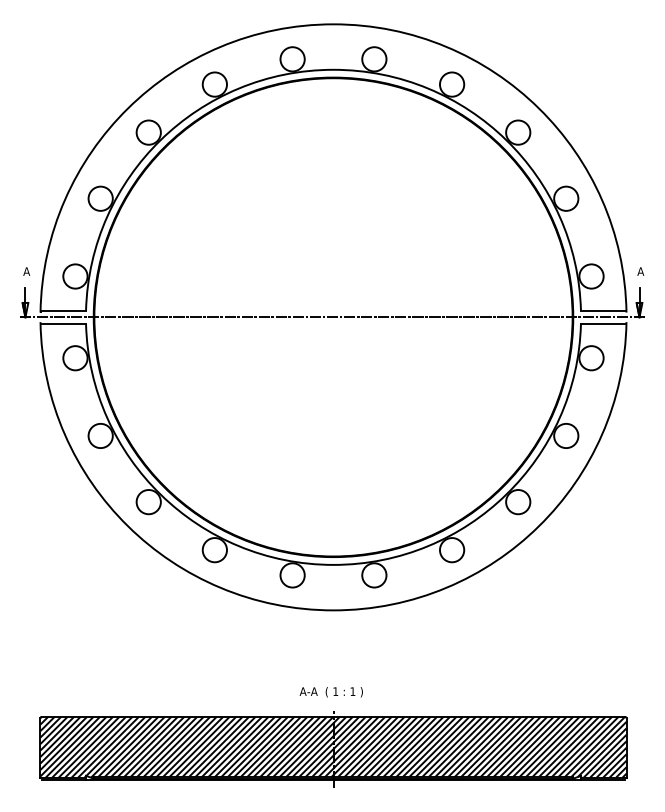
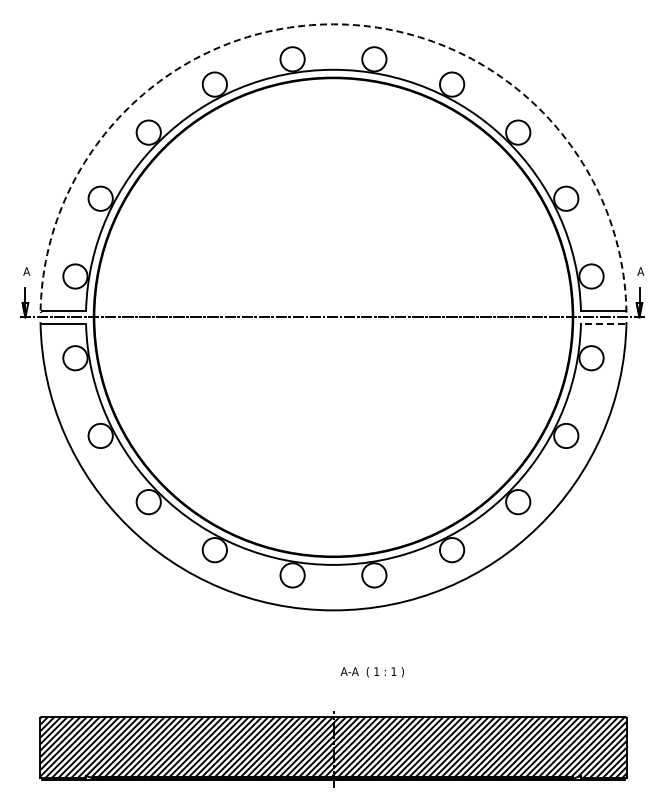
arc at (333, 24): solid -> dashed
line at (602, 323): solid -> dashed
text at (330, 692) position: (330, 692) -> (371, 672)
